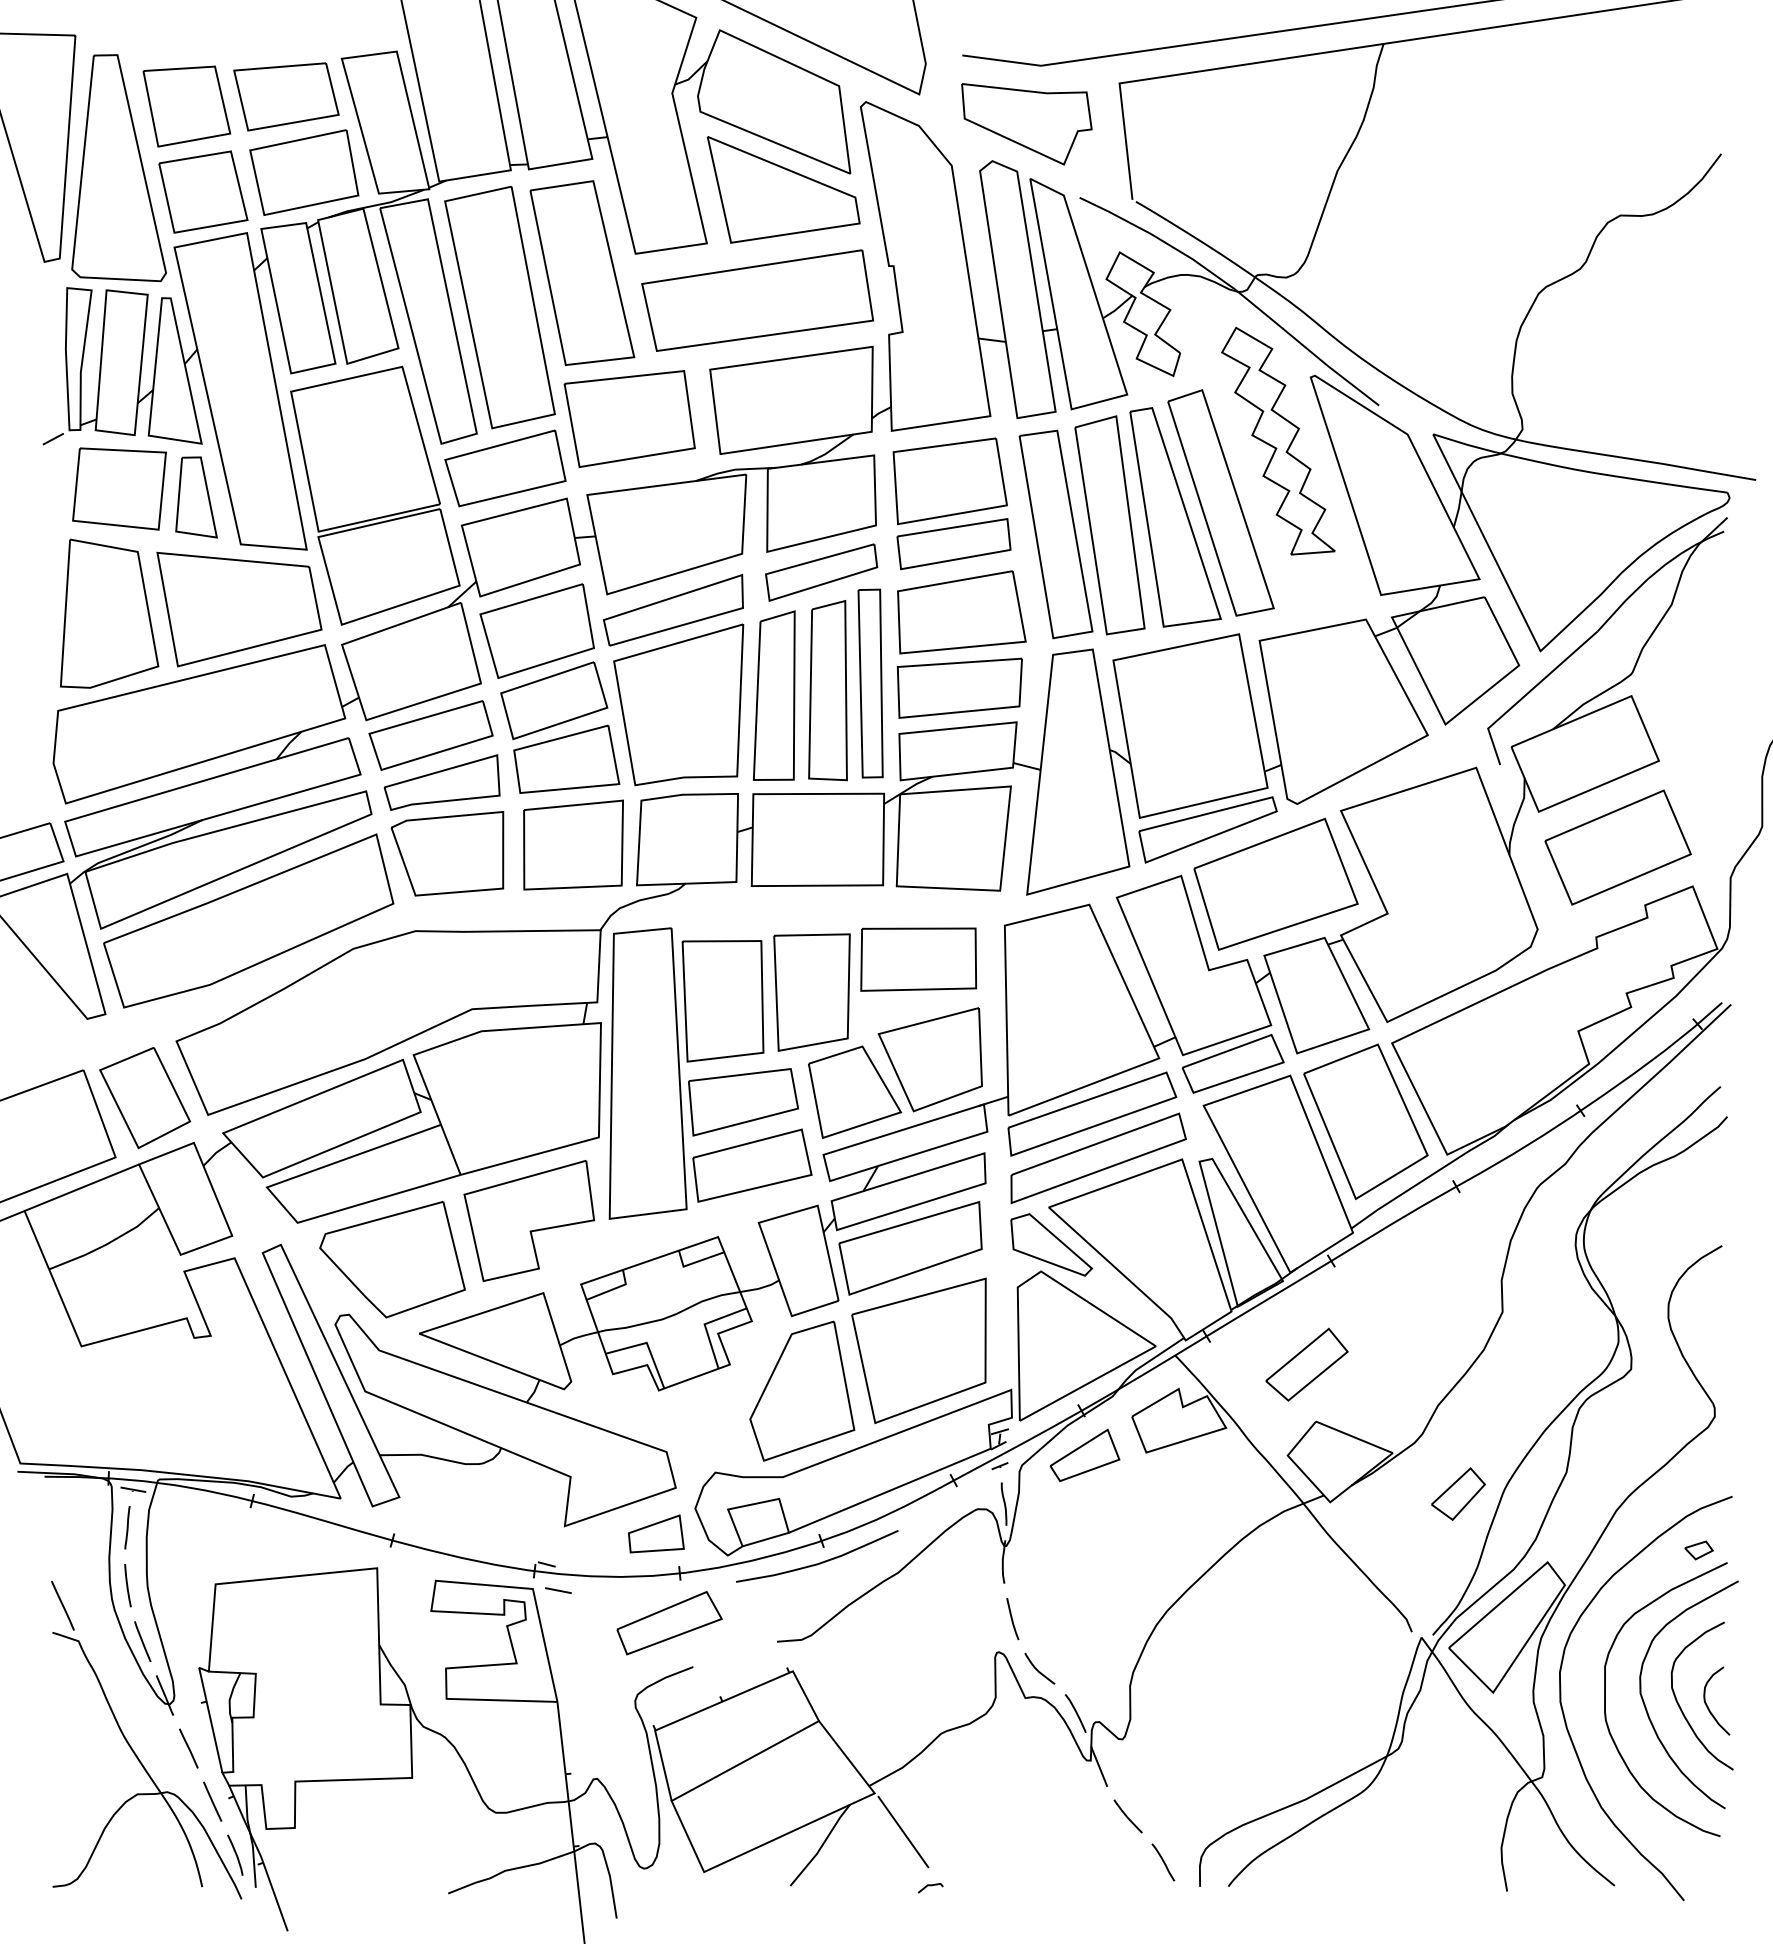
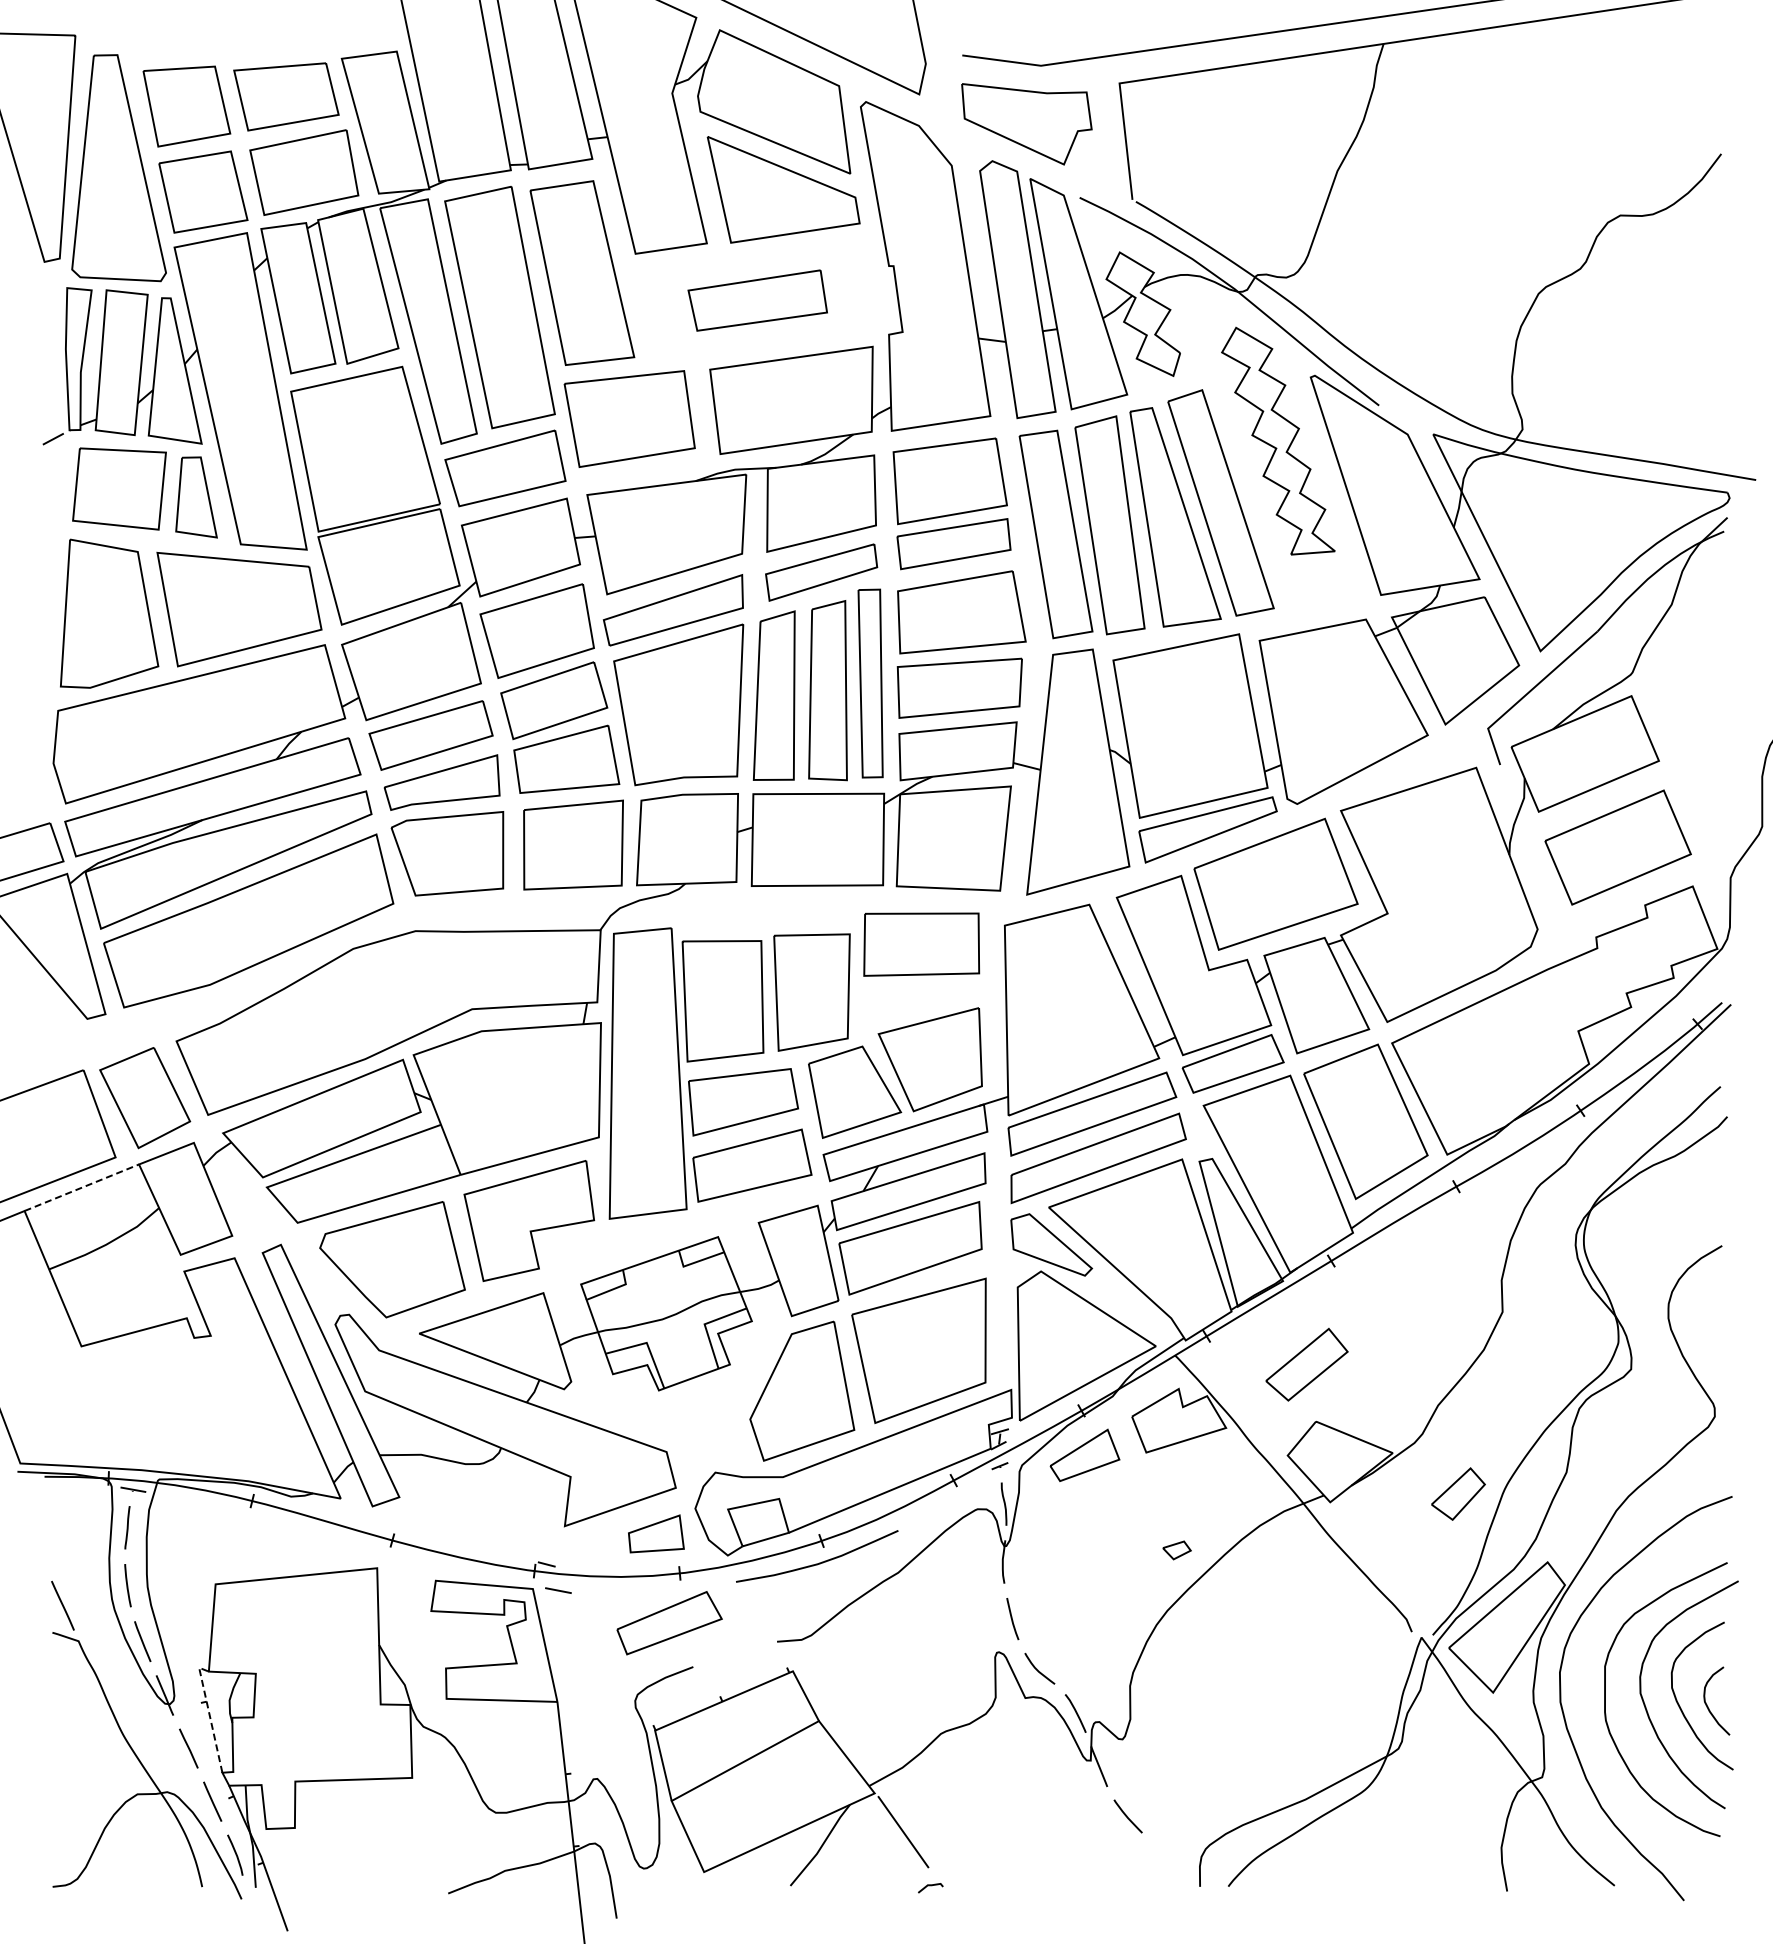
part at (757, 300) size: 234x103 px -> 141x63 px
part at (918, 959) position: (918, 959) -> (921, 944)
line at (81, 1187): solid -> dashed
part at (1698, 1550) position: (1698, 1550) -> (1176, 1550)
line at (209, 1714): solid -> dashed
curve at (1163, 1862): present -> none
